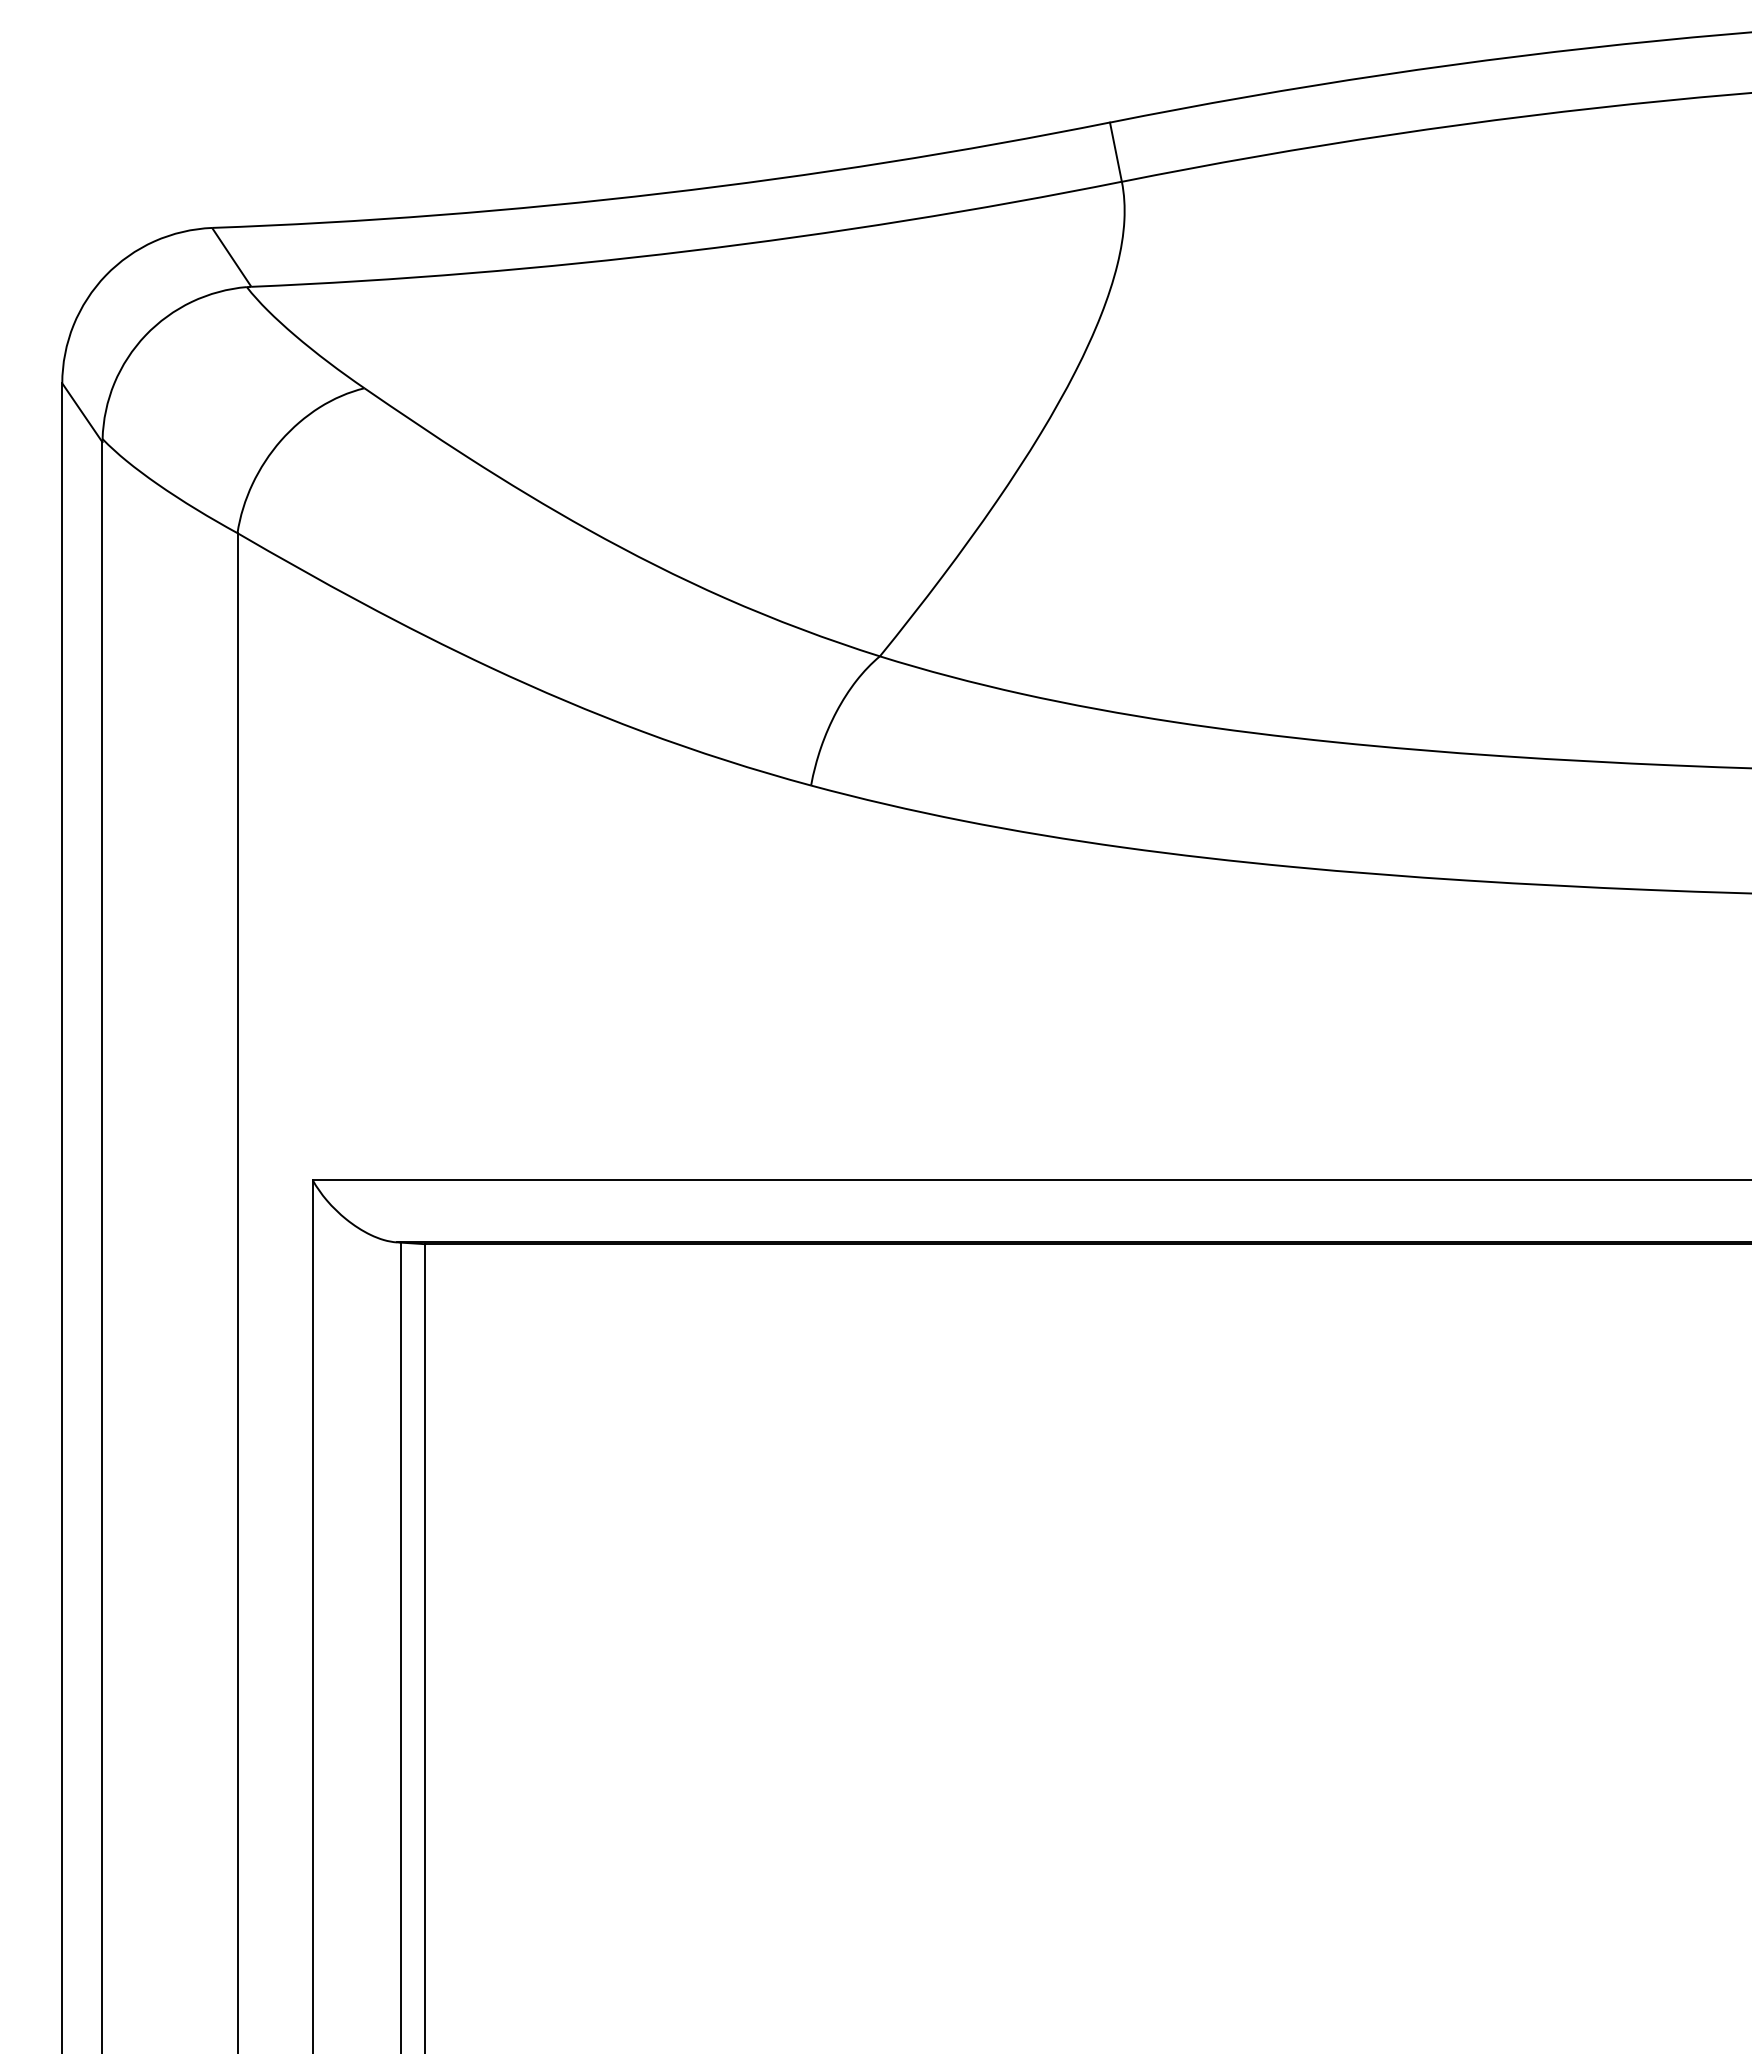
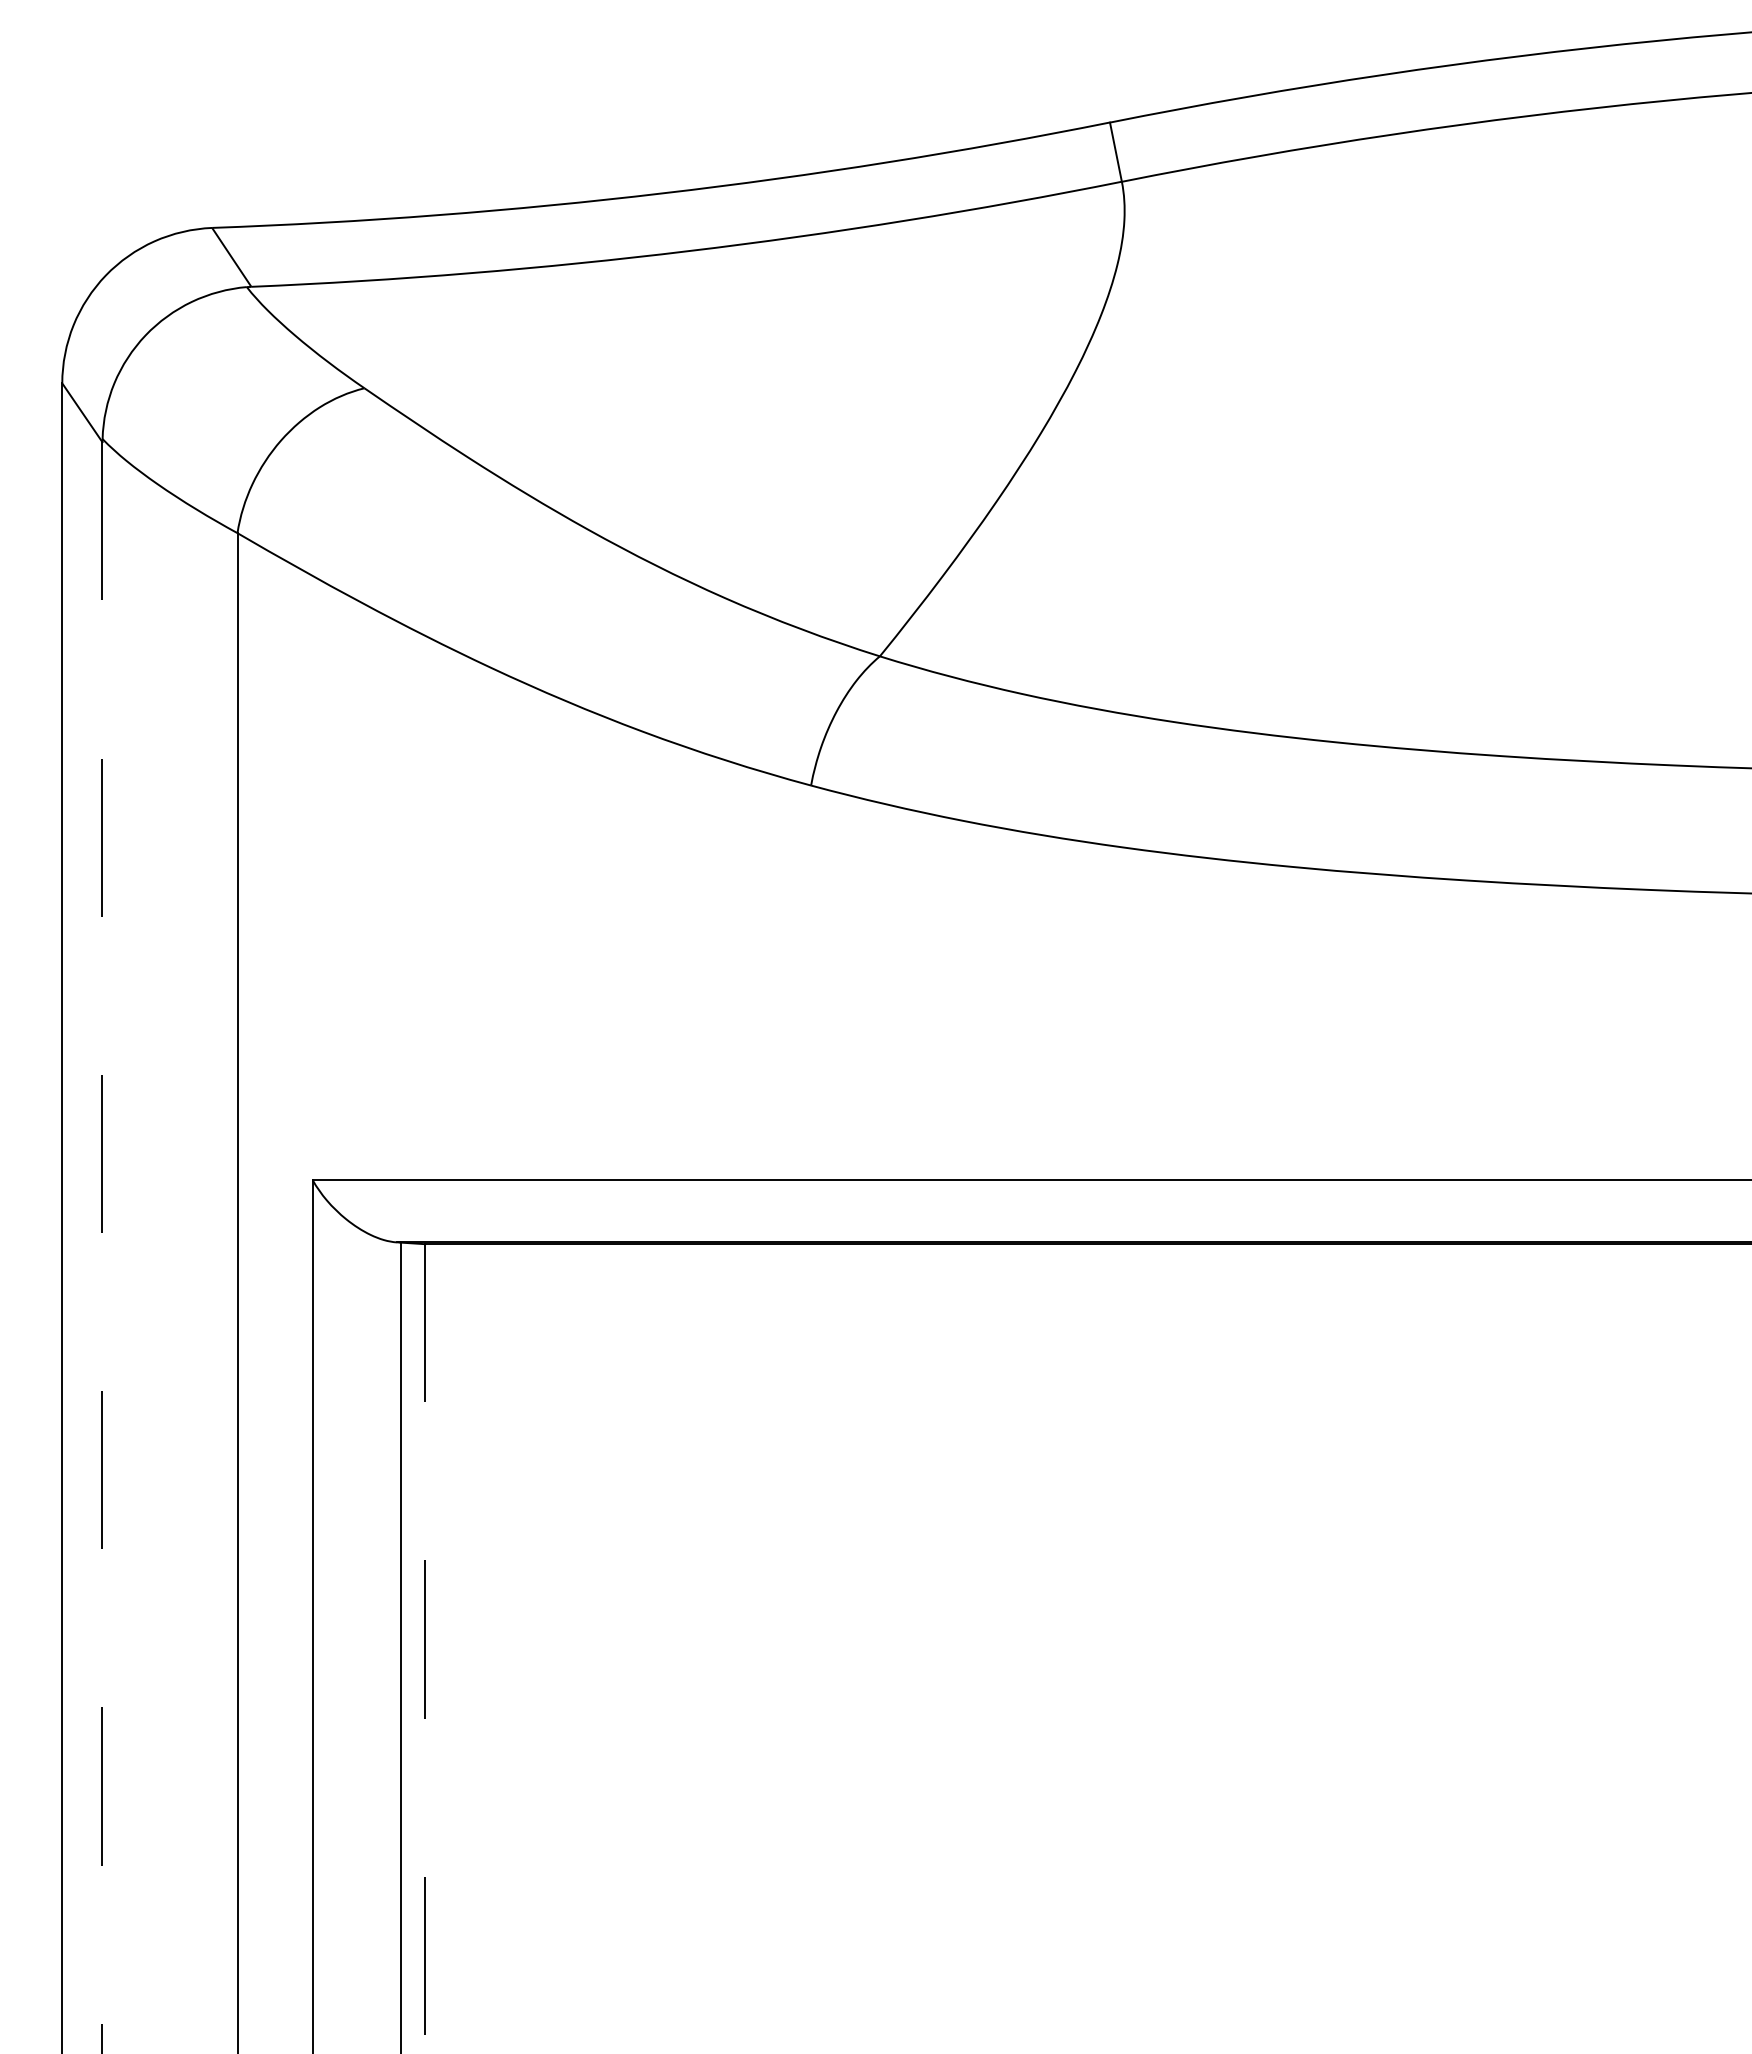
line at (102, 1248): solid -> dashed
line at (425, 1649): solid -> dashed
